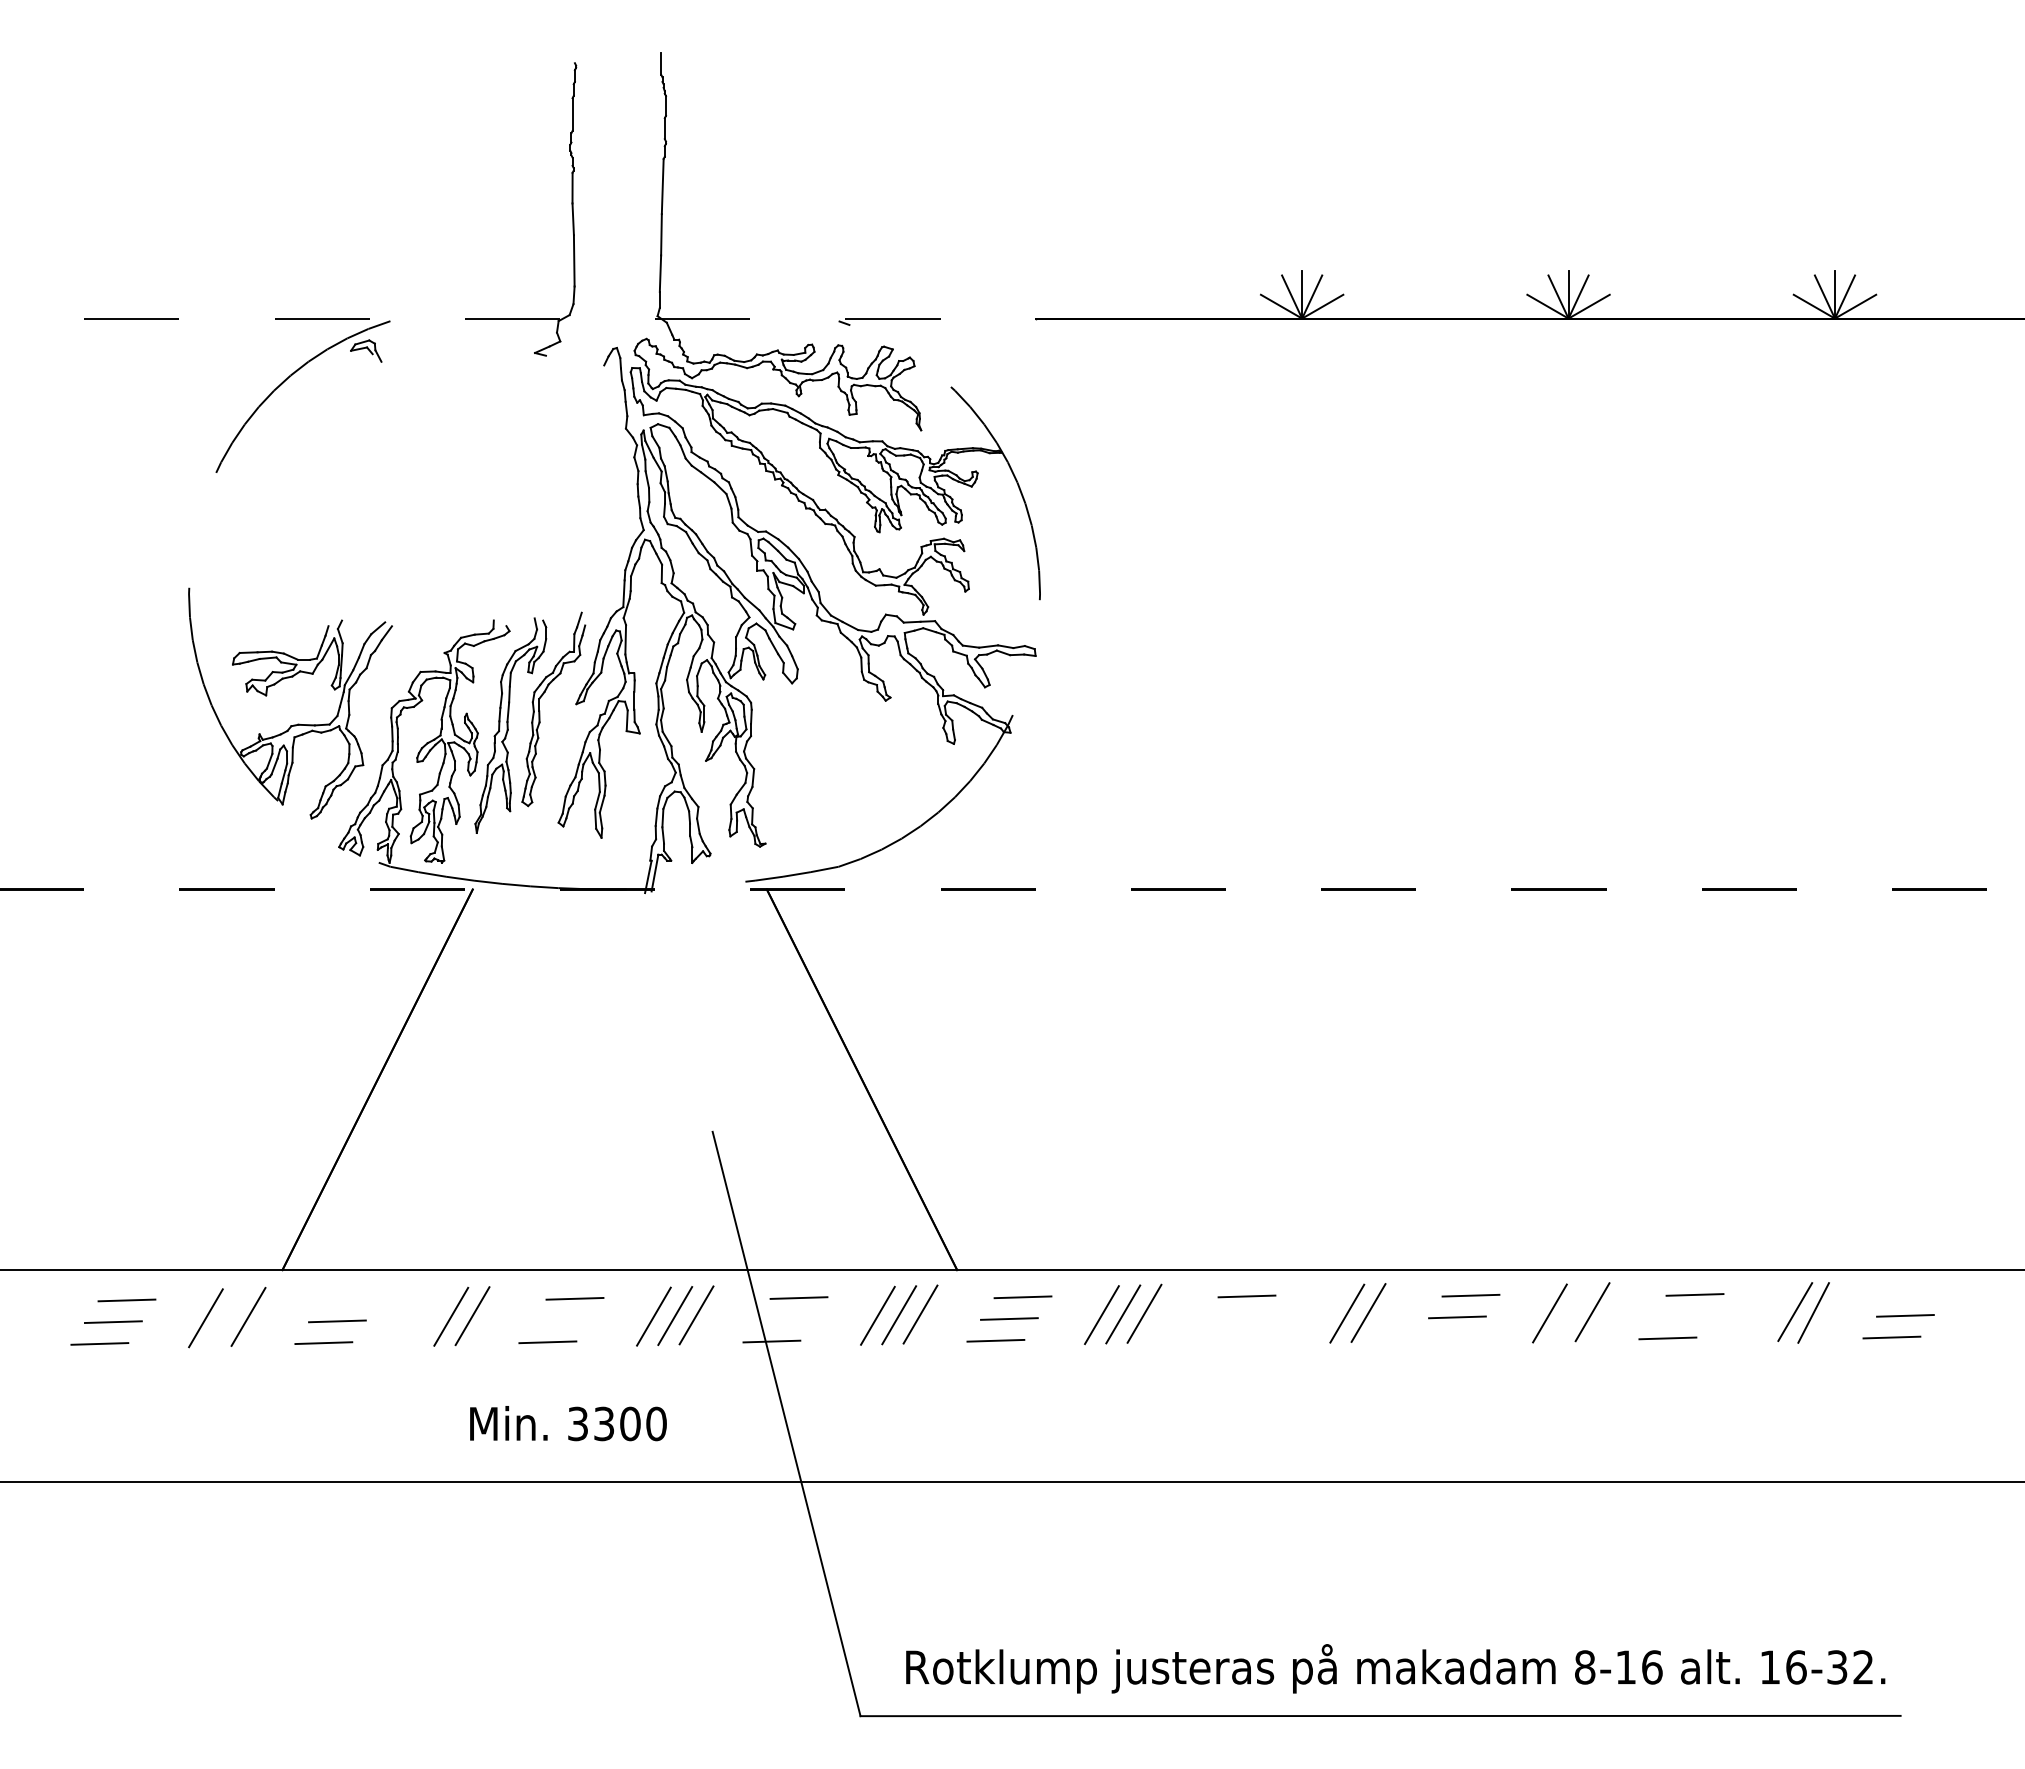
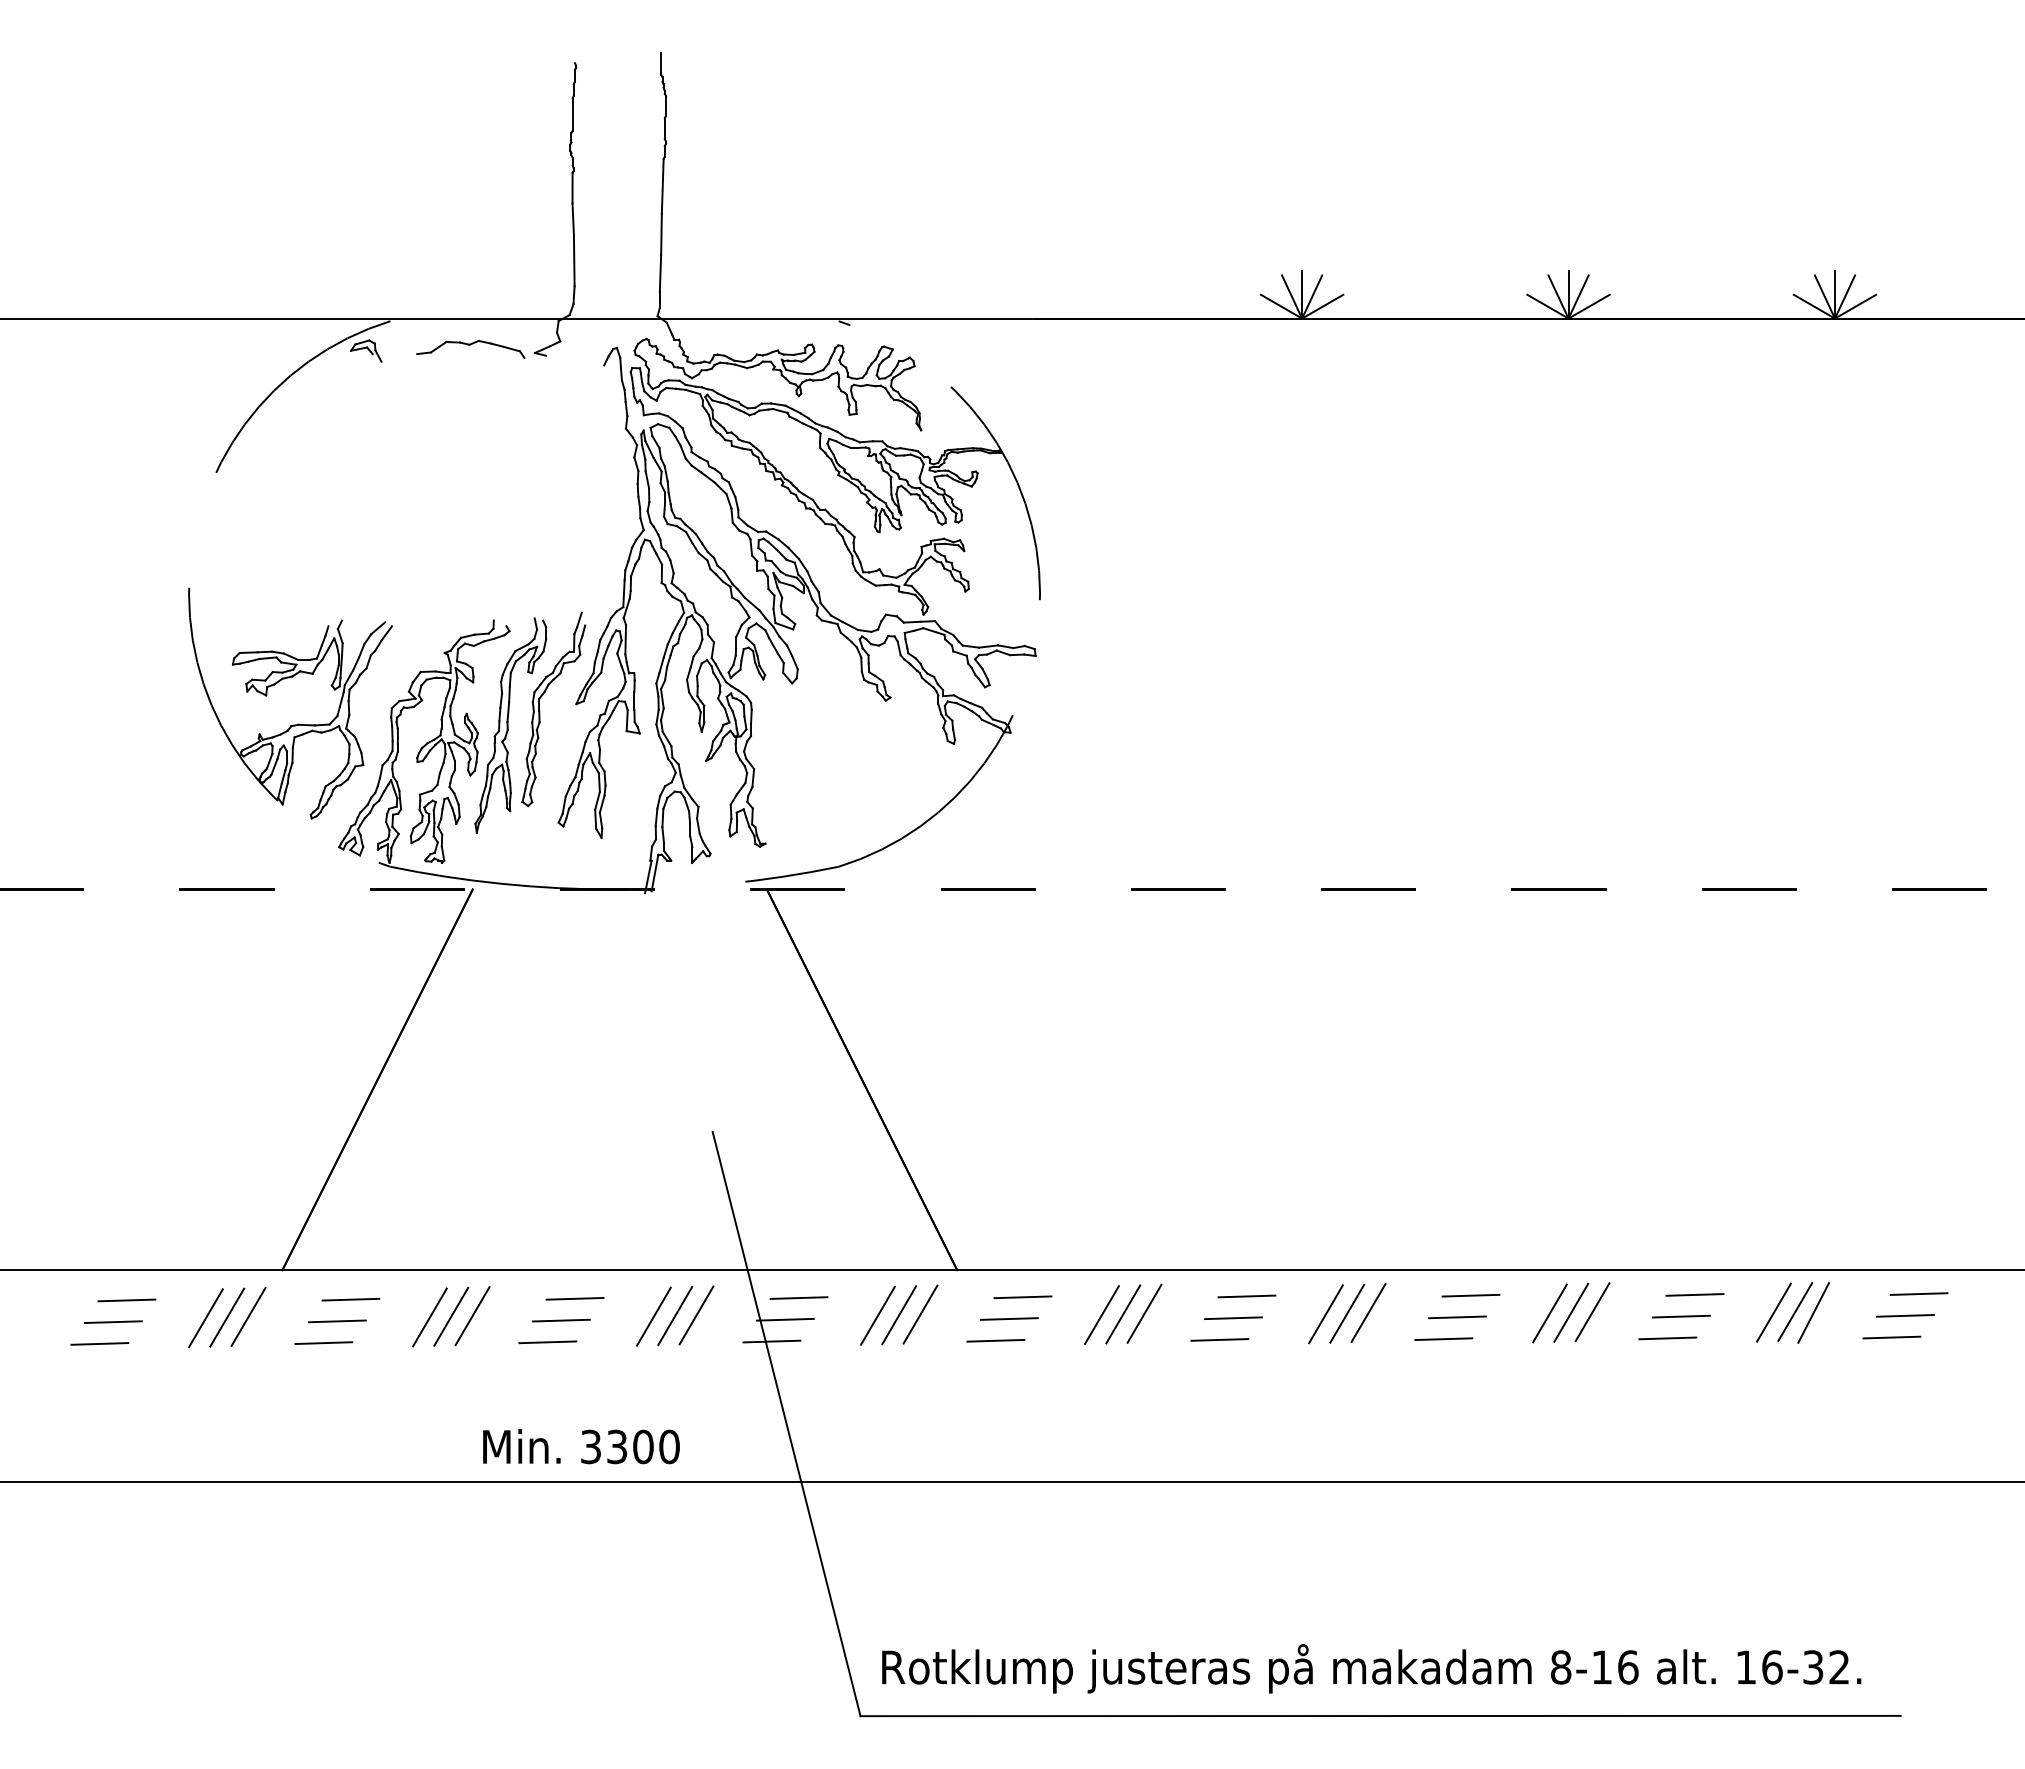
line at (518, 318): dashed -> solid
part at (470, 348): none -> present
line at (1918, 1293): none -> present
line at (350, 1299): none -> present
line at (1571, 1312): none -> present
line at (1773, 1312): none -> present
line at (1325, 1314): none -> present
line at (1681, 1316): none -> present
line at (227, 1317): none -> present
line at (429, 1317): none -> present
line at (1233, 1318): none -> present
line at (785, 1319): none -> present
line at (561, 1320): none -> present
line at (1443, 1338): none -> present
line at (1219, 1339): none -> present
text at (568, 1423) position: (568, 1423) -> (581, 1446)
text at (1395, 1668) position: (1395, 1668) -> (1371, 1668)
